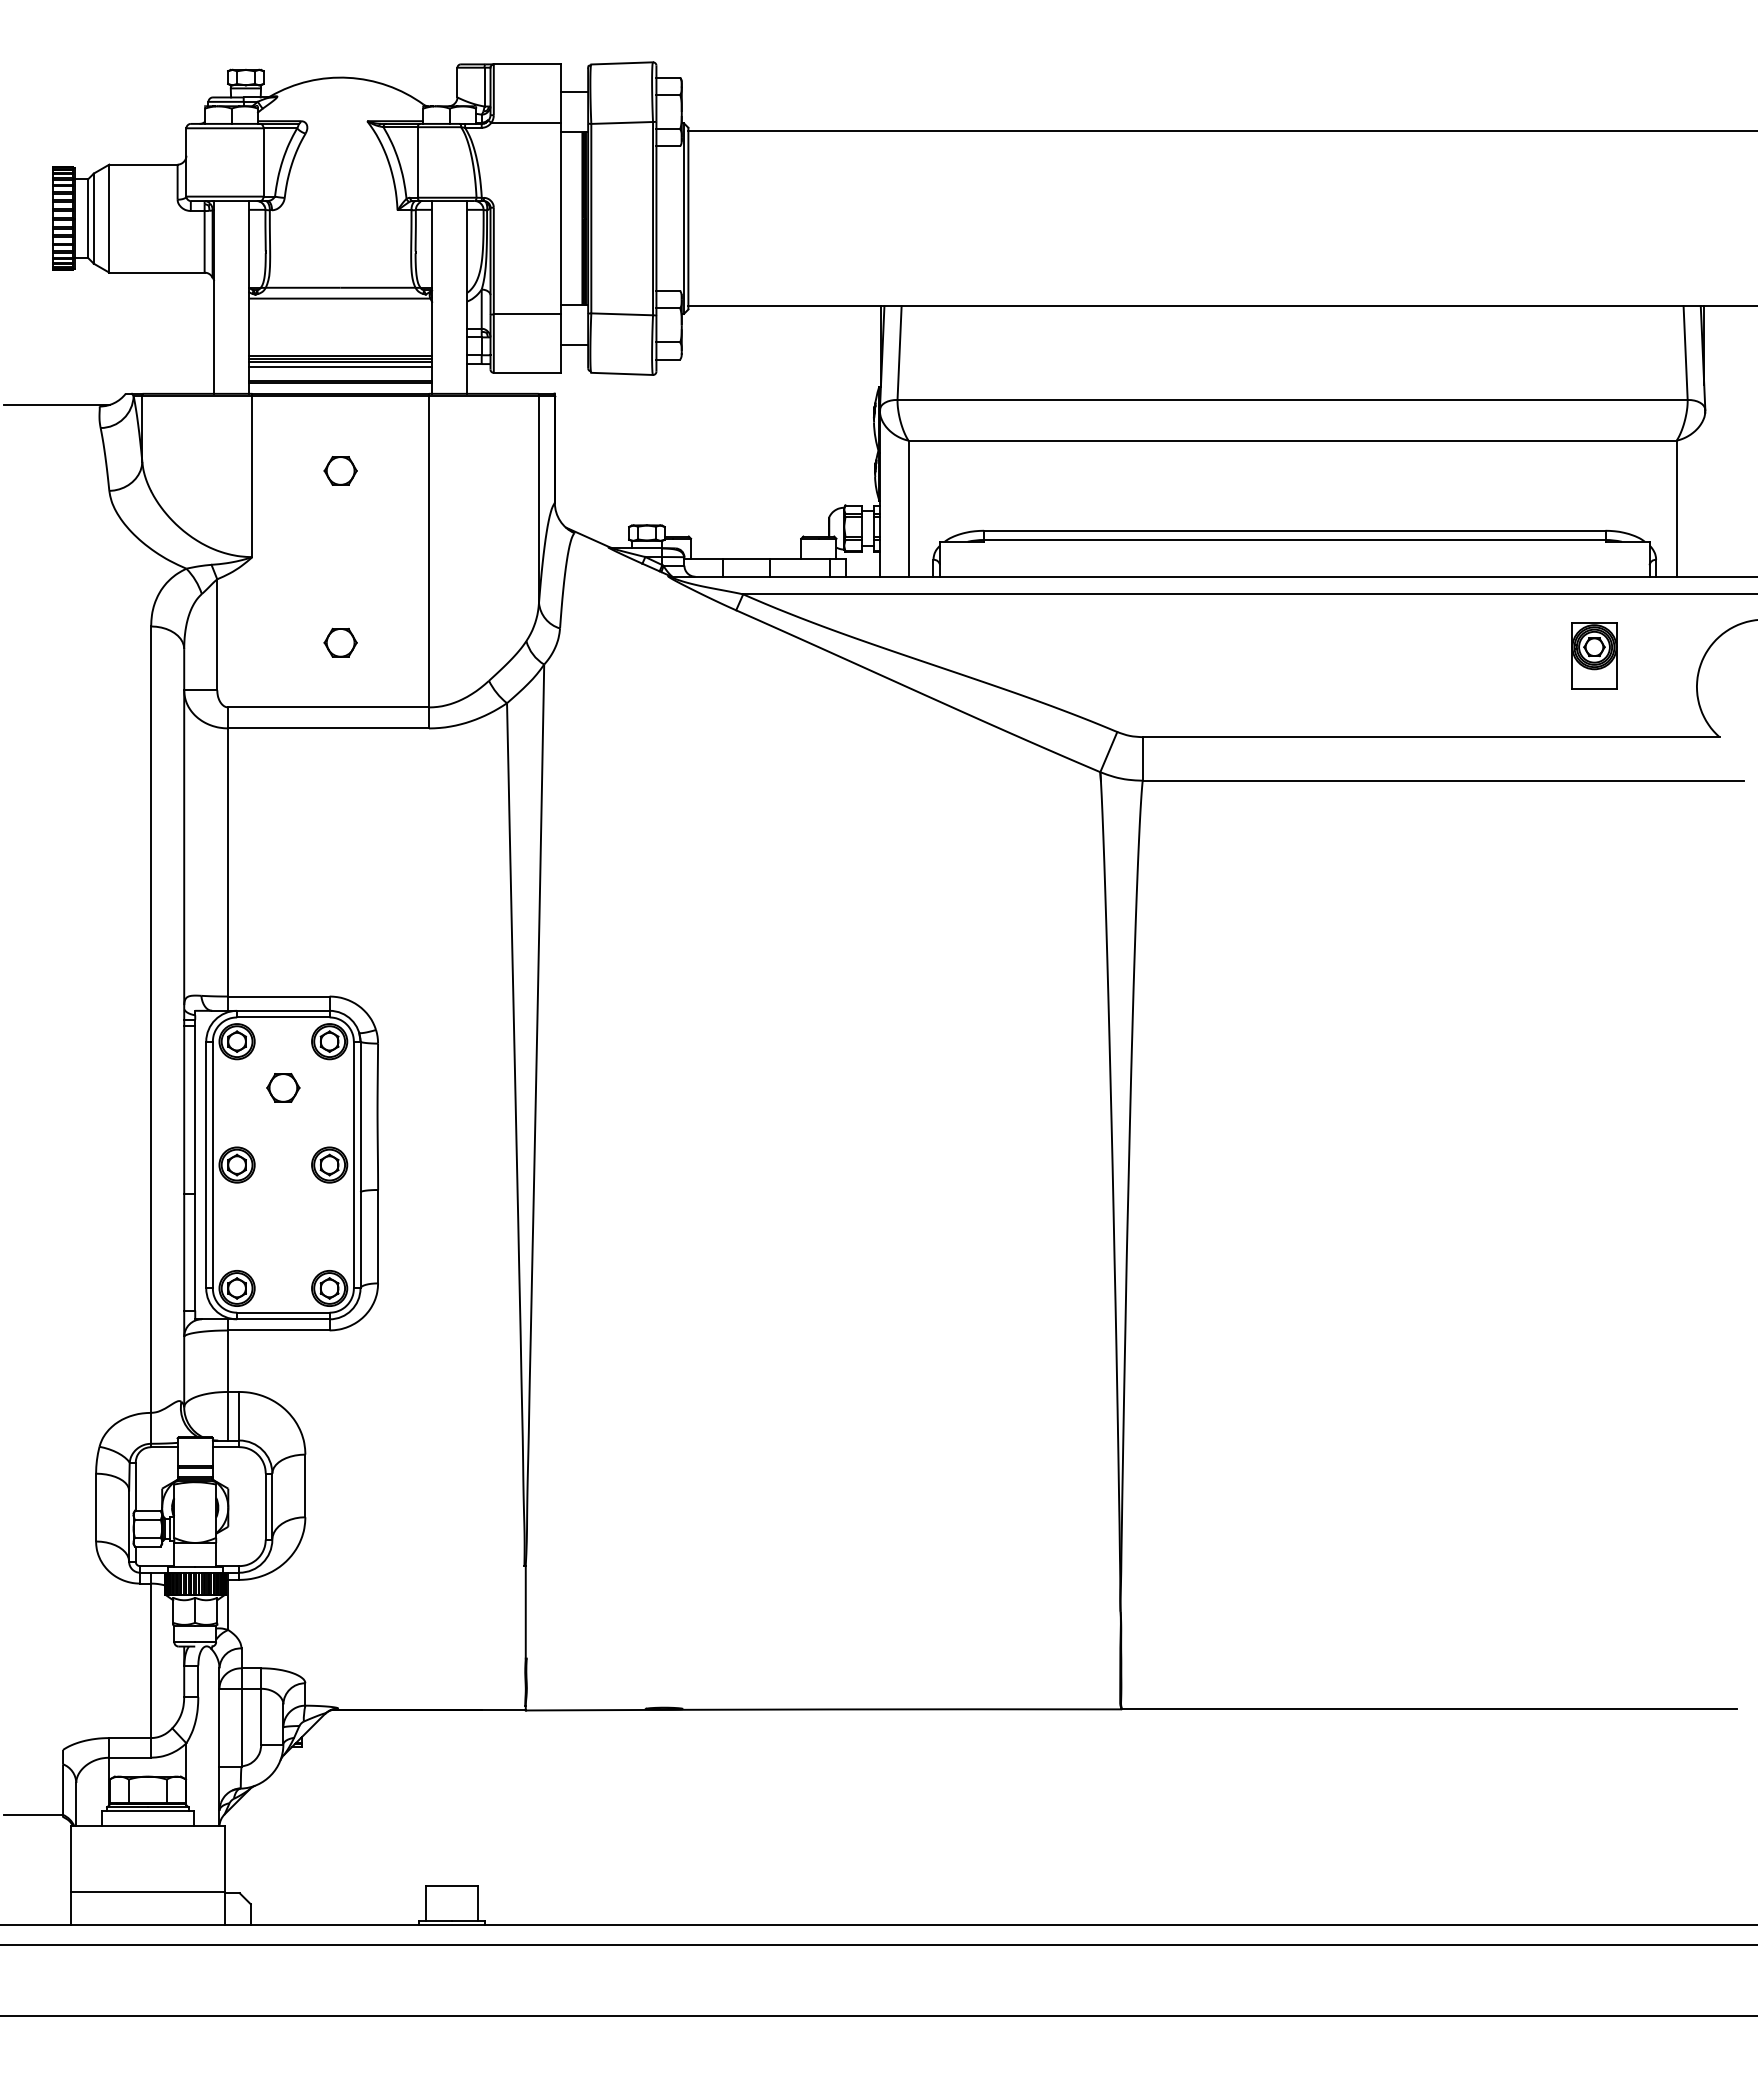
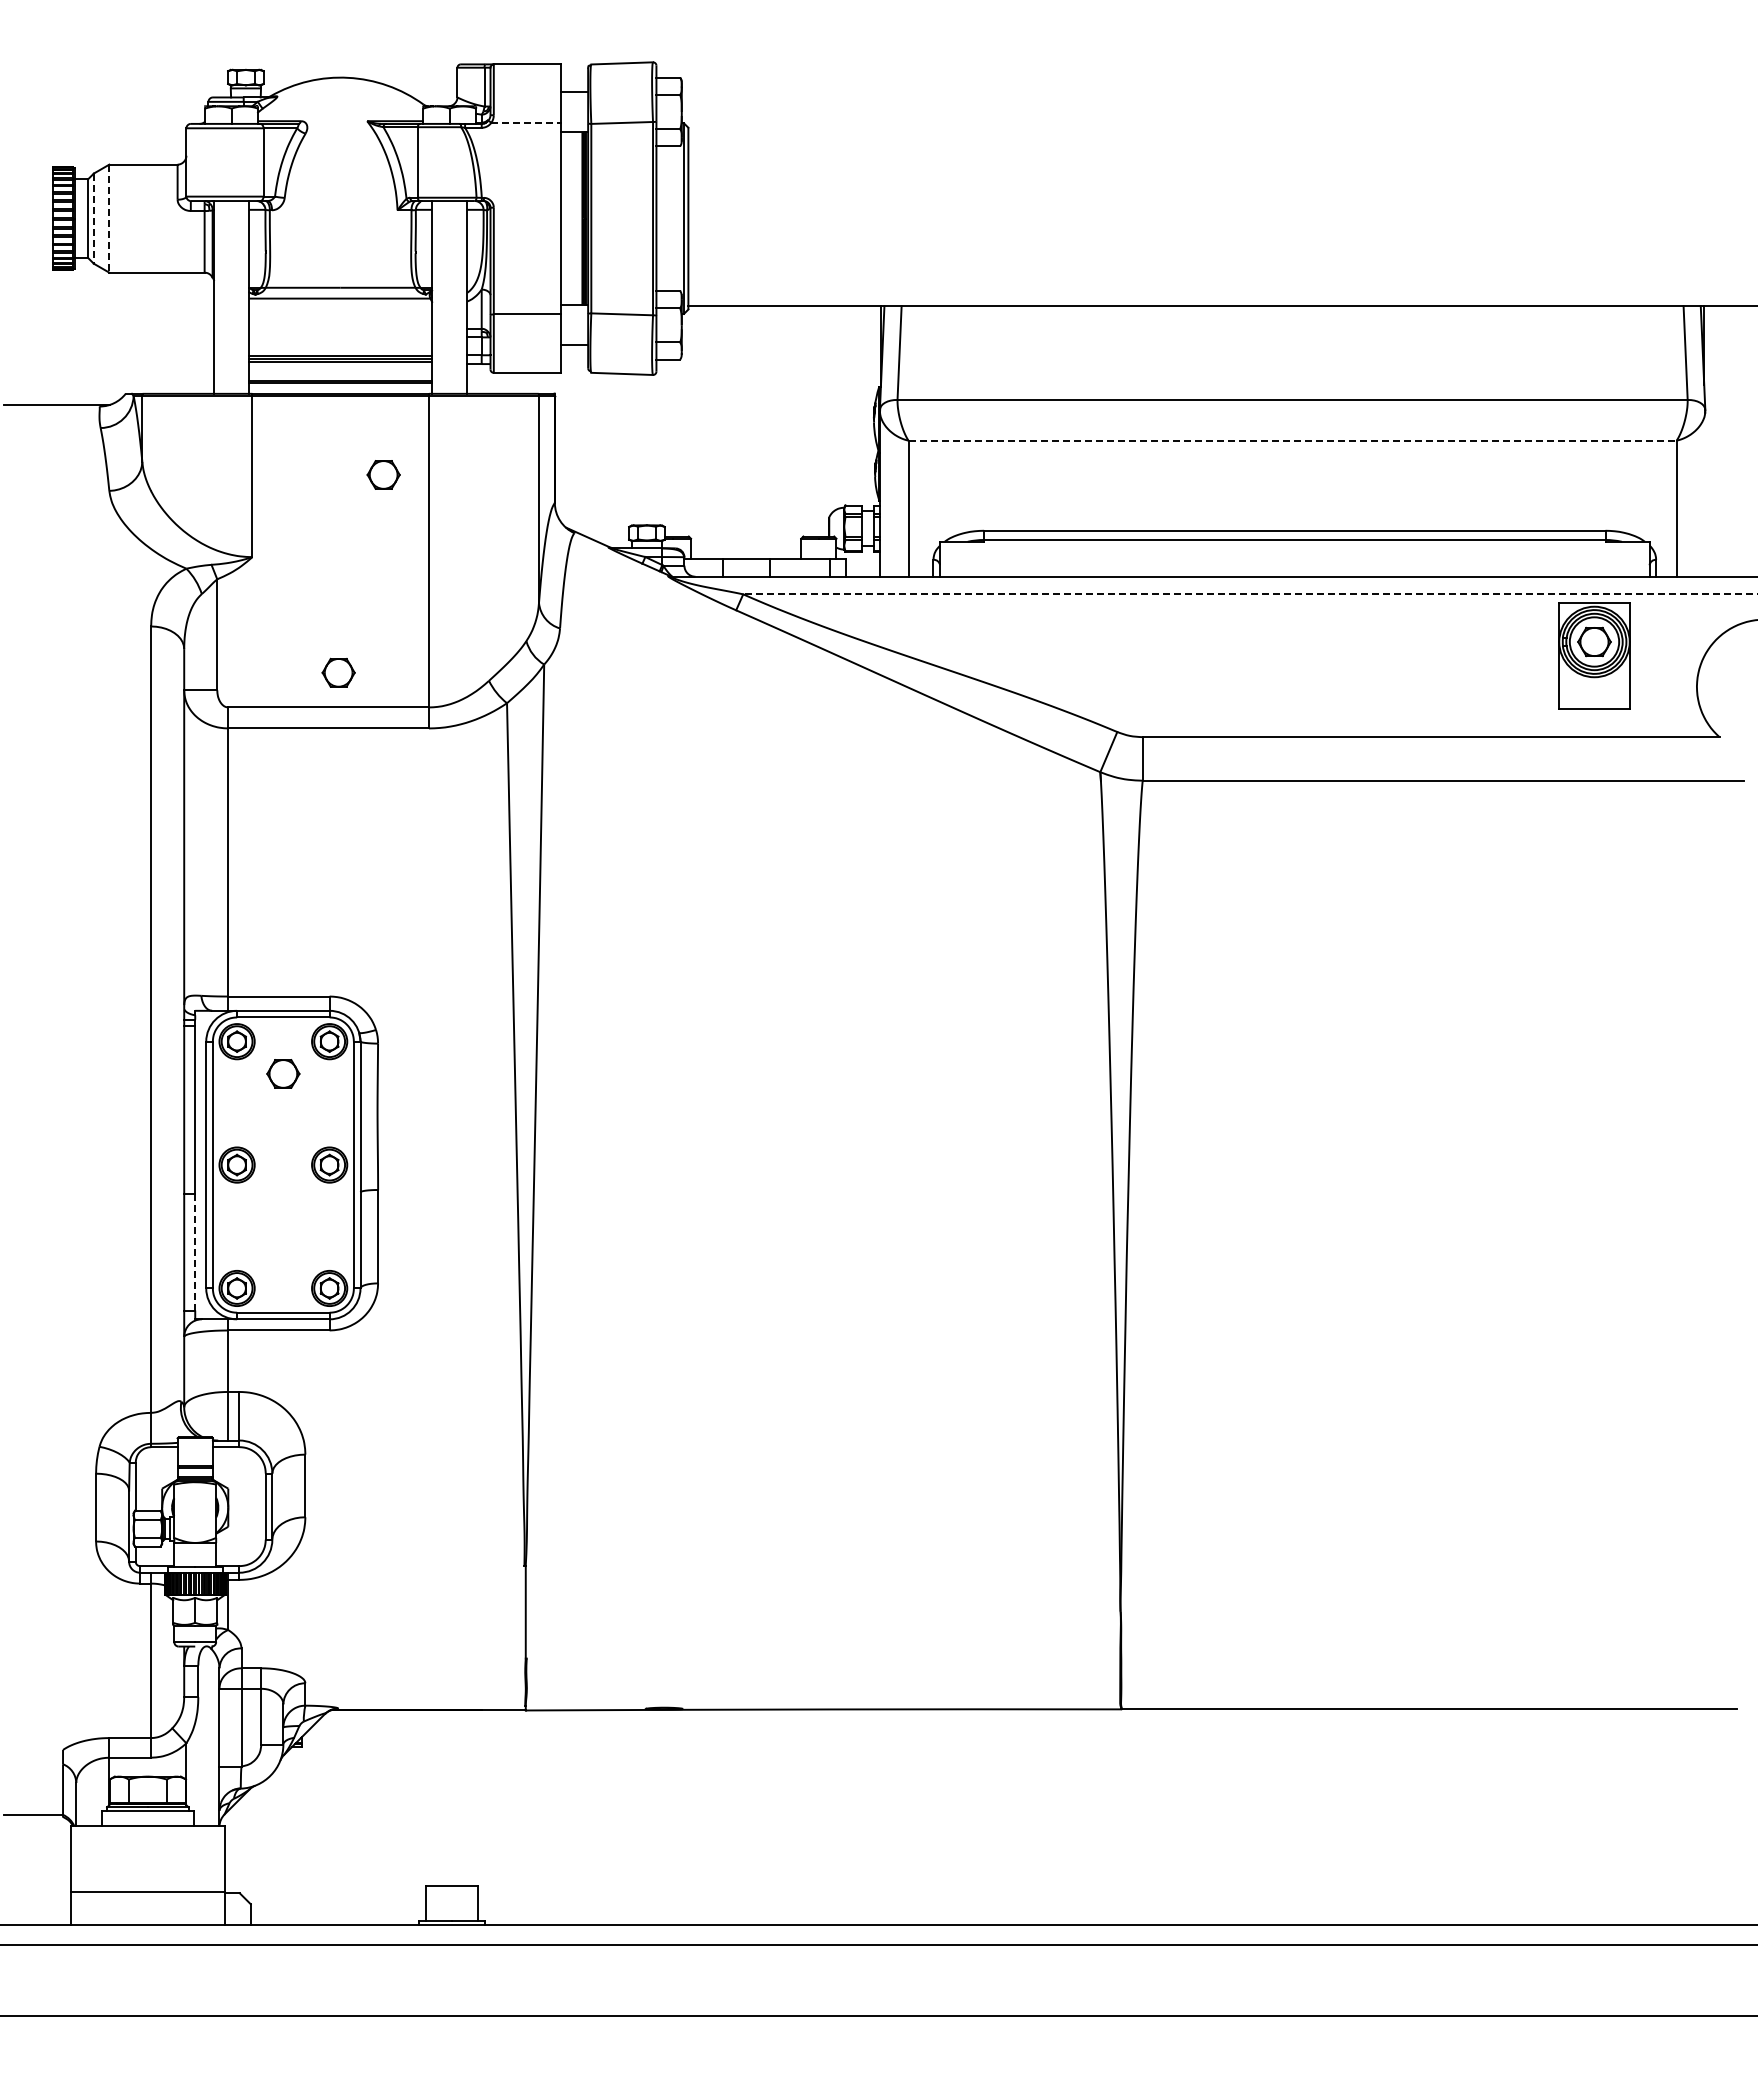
line at (526, 122): solid -> dashed
line at (1221, 131): present -> none
line at (109, 218): solid -> dashed
line at (93, 219): solid -> dashed
line at (340, 367): present -> none
line at (1293, 440): solid -> dashed
part at (340, 470) position: (340, 470) -> (383, 474)
line at (1250, 594): solid -> dashed
part at (340, 642) position: (340, 642) -> (338, 672)
part at (1594, 655) size: 47x68 px -> 73x108 px
part at (283, 1087) position: (283, 1087) -> (283, 1073)
line at (195, 1252): solid -> dashed
